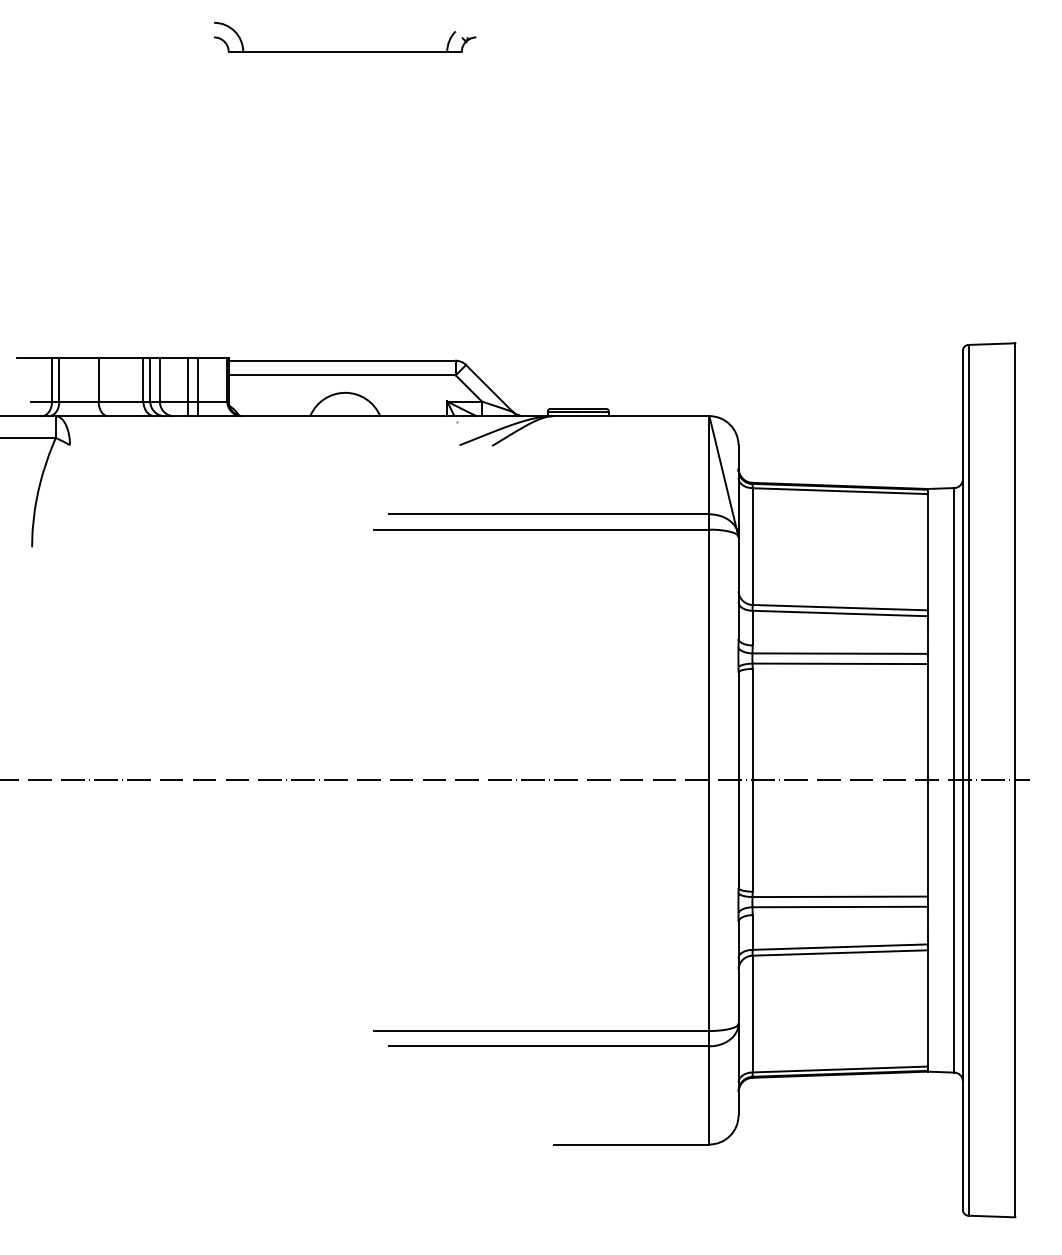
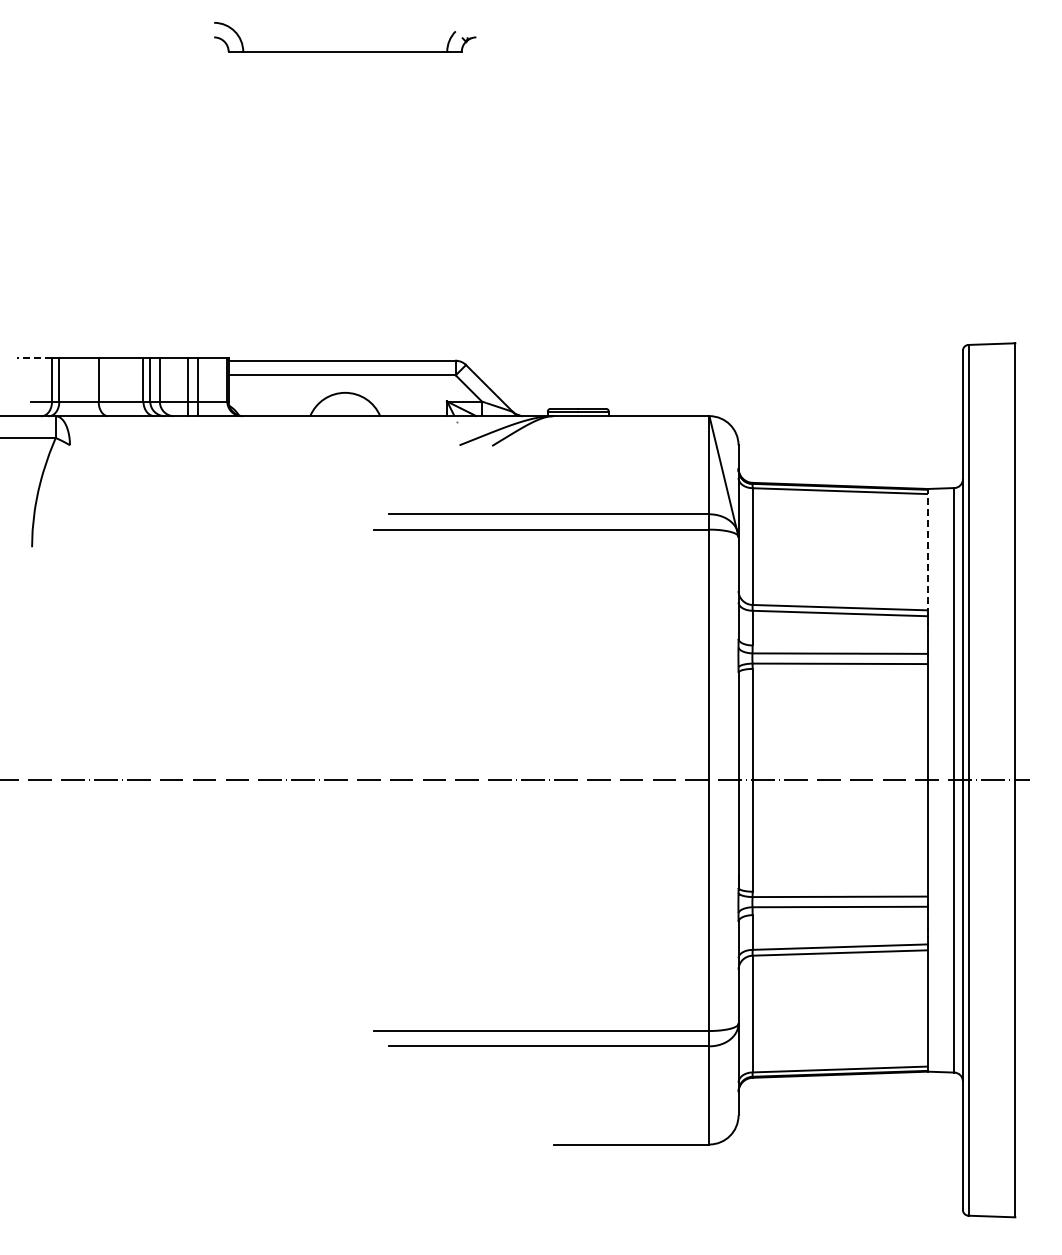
line at (34, 357): solid -> dashed
line at (927, 551): solid -> dashed
